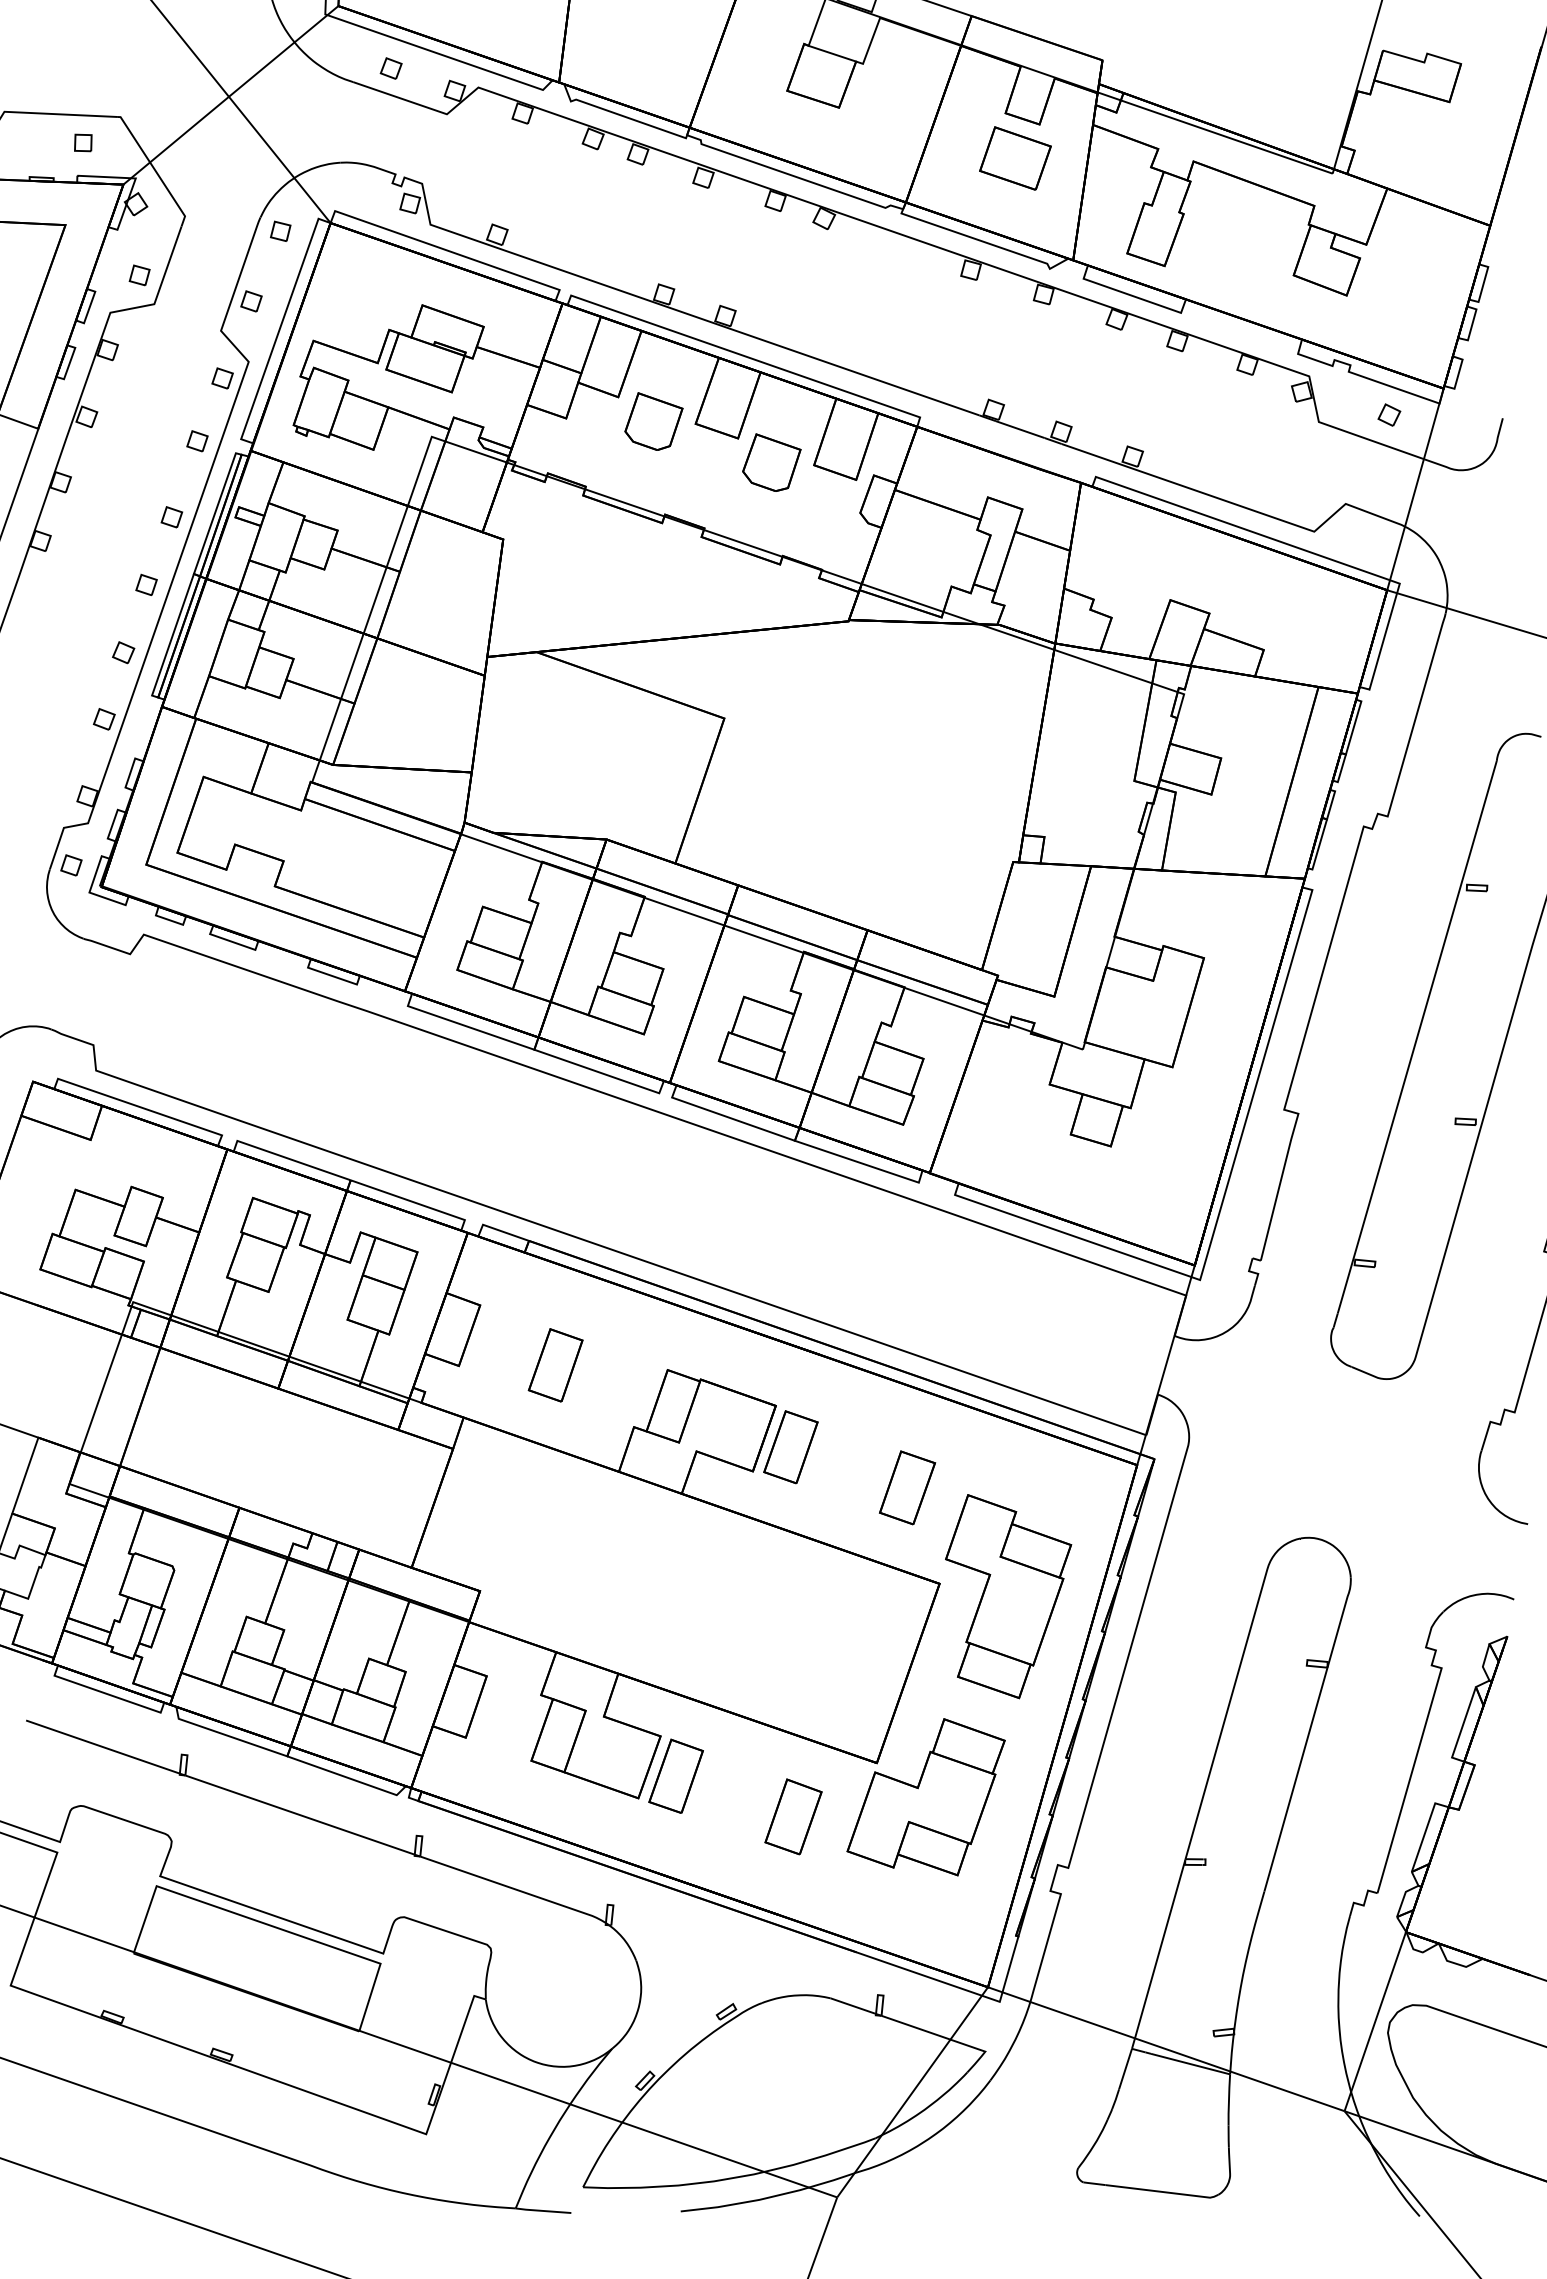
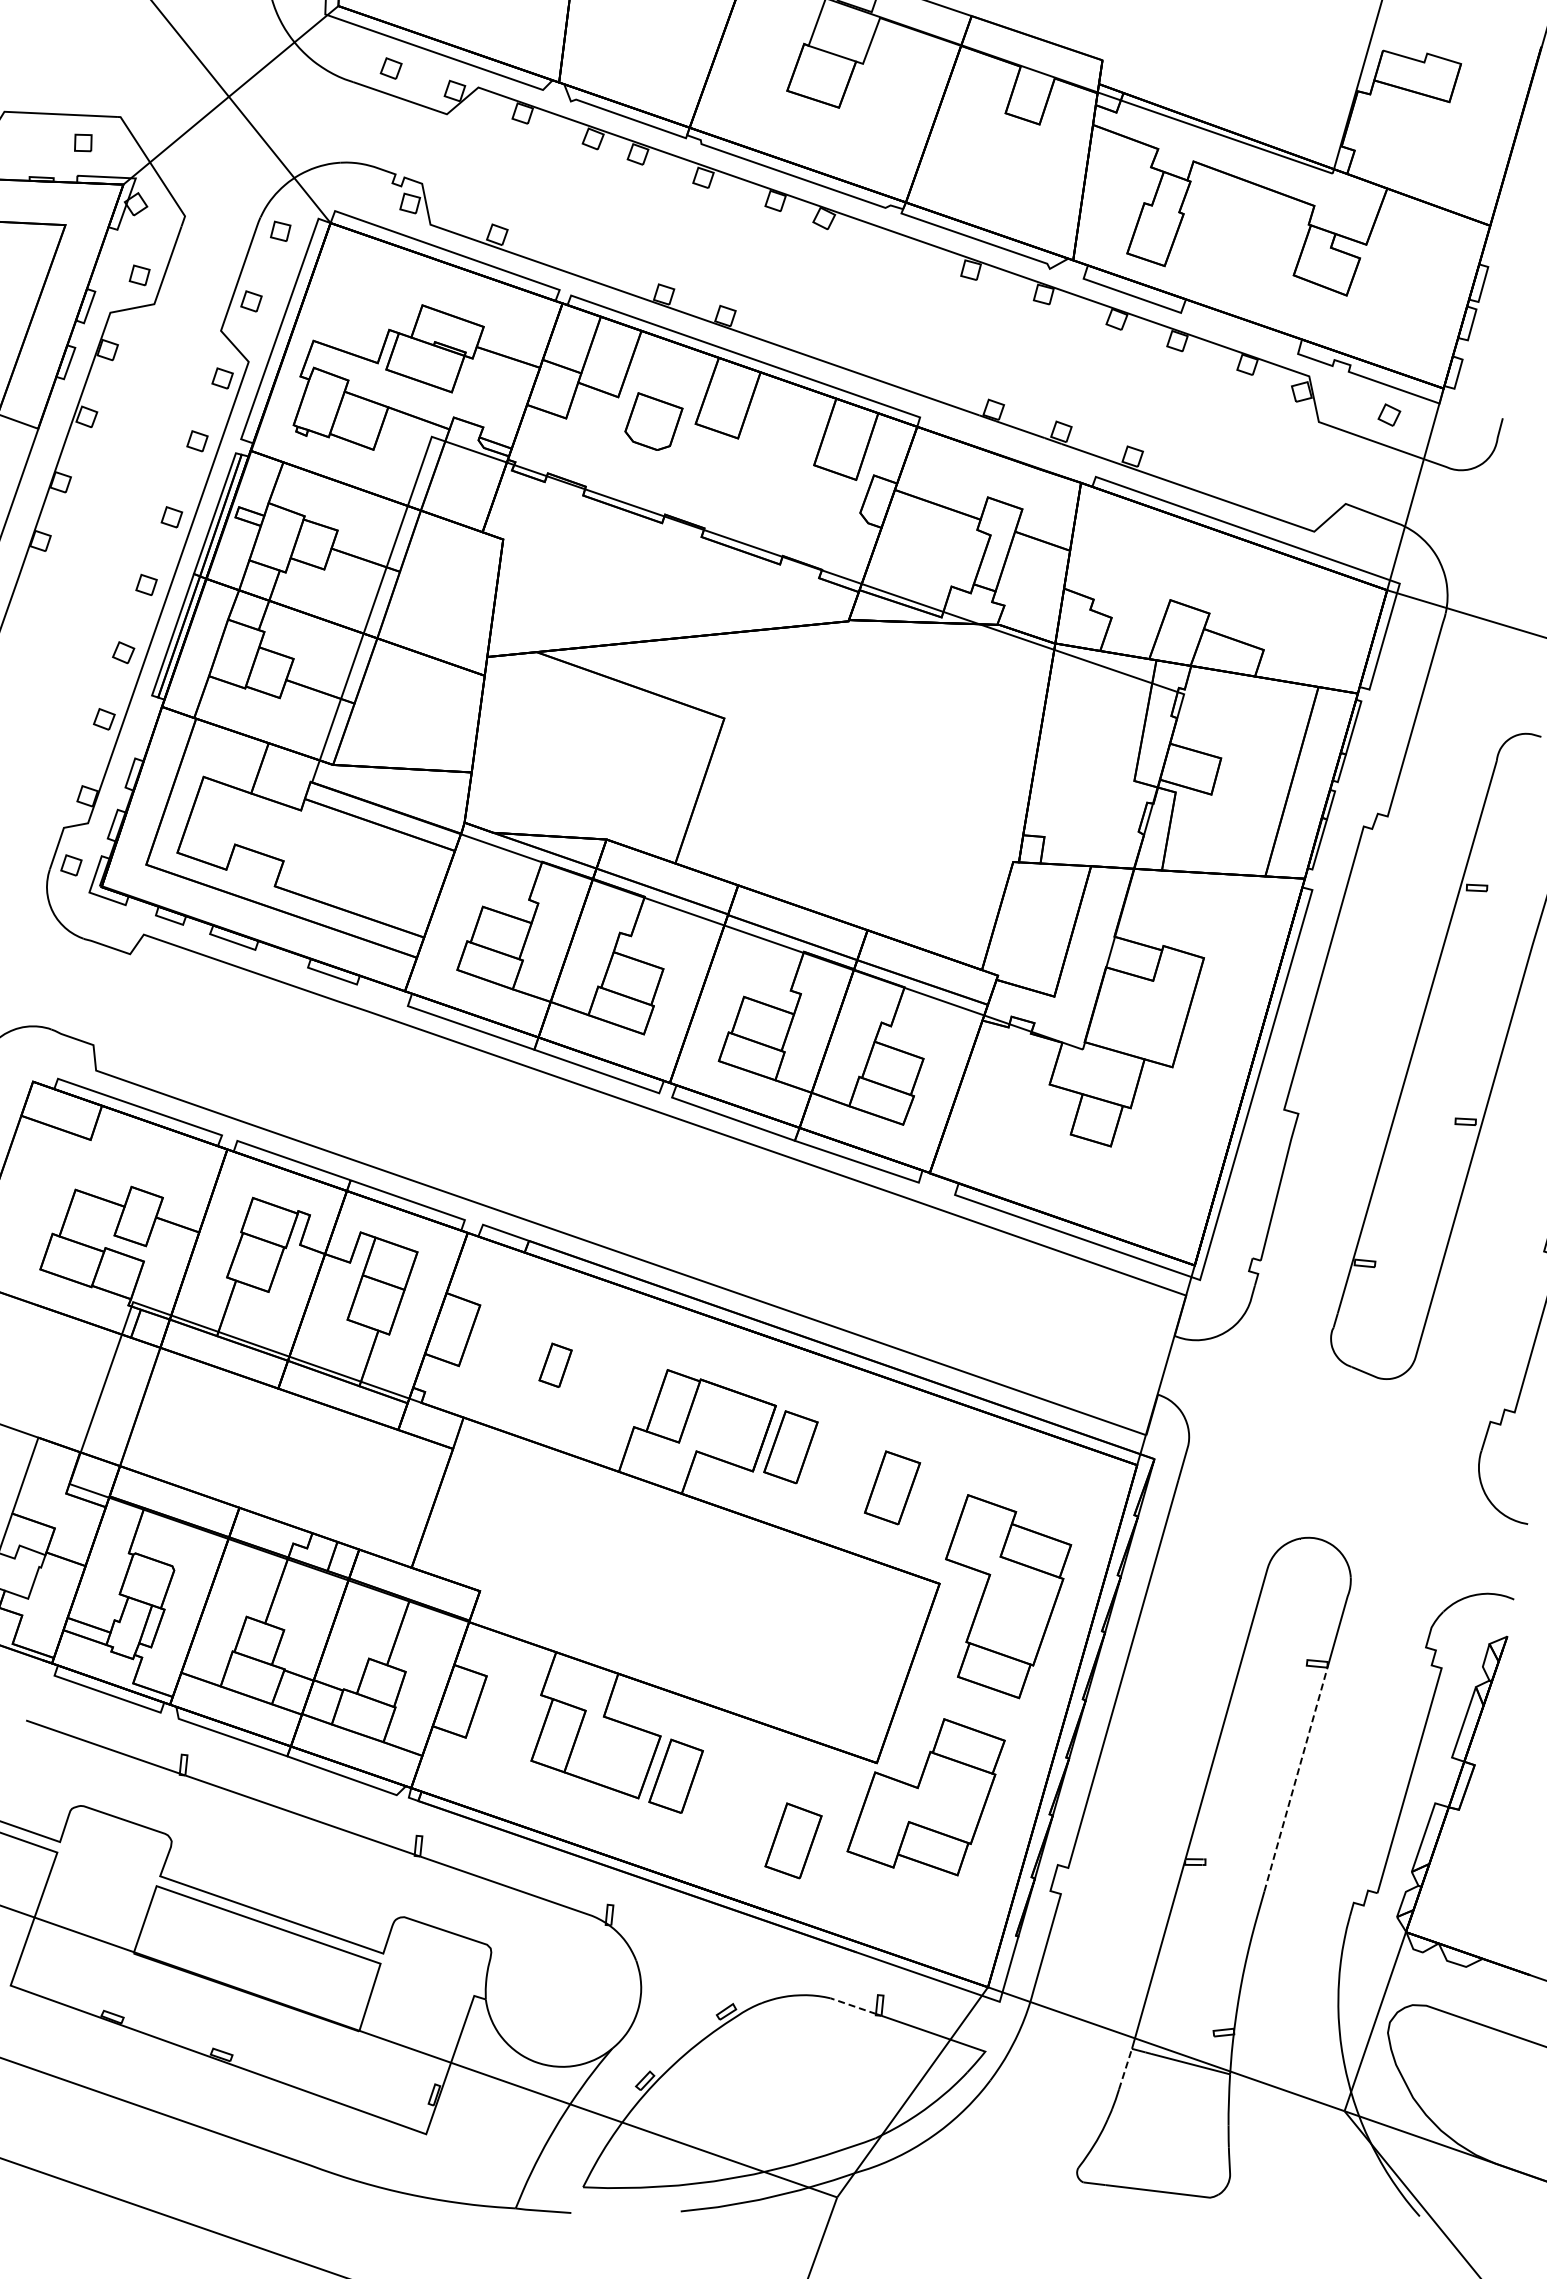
part at (1015, 158): present -> none
part at (771, 462): present -> none
part at (555, 1365) size: 57x75 px -> 35x46 px
part at (907, 1487) position: (907, 1487) -> (892, 1487)
line at (1296, 1779): solid -> dashed
part at (793, 1816) position: (793, 1816) -> (793, 1840)
line at (852, 2005): solid -> dashed
line at (1125, 2068): solid -> dashed
